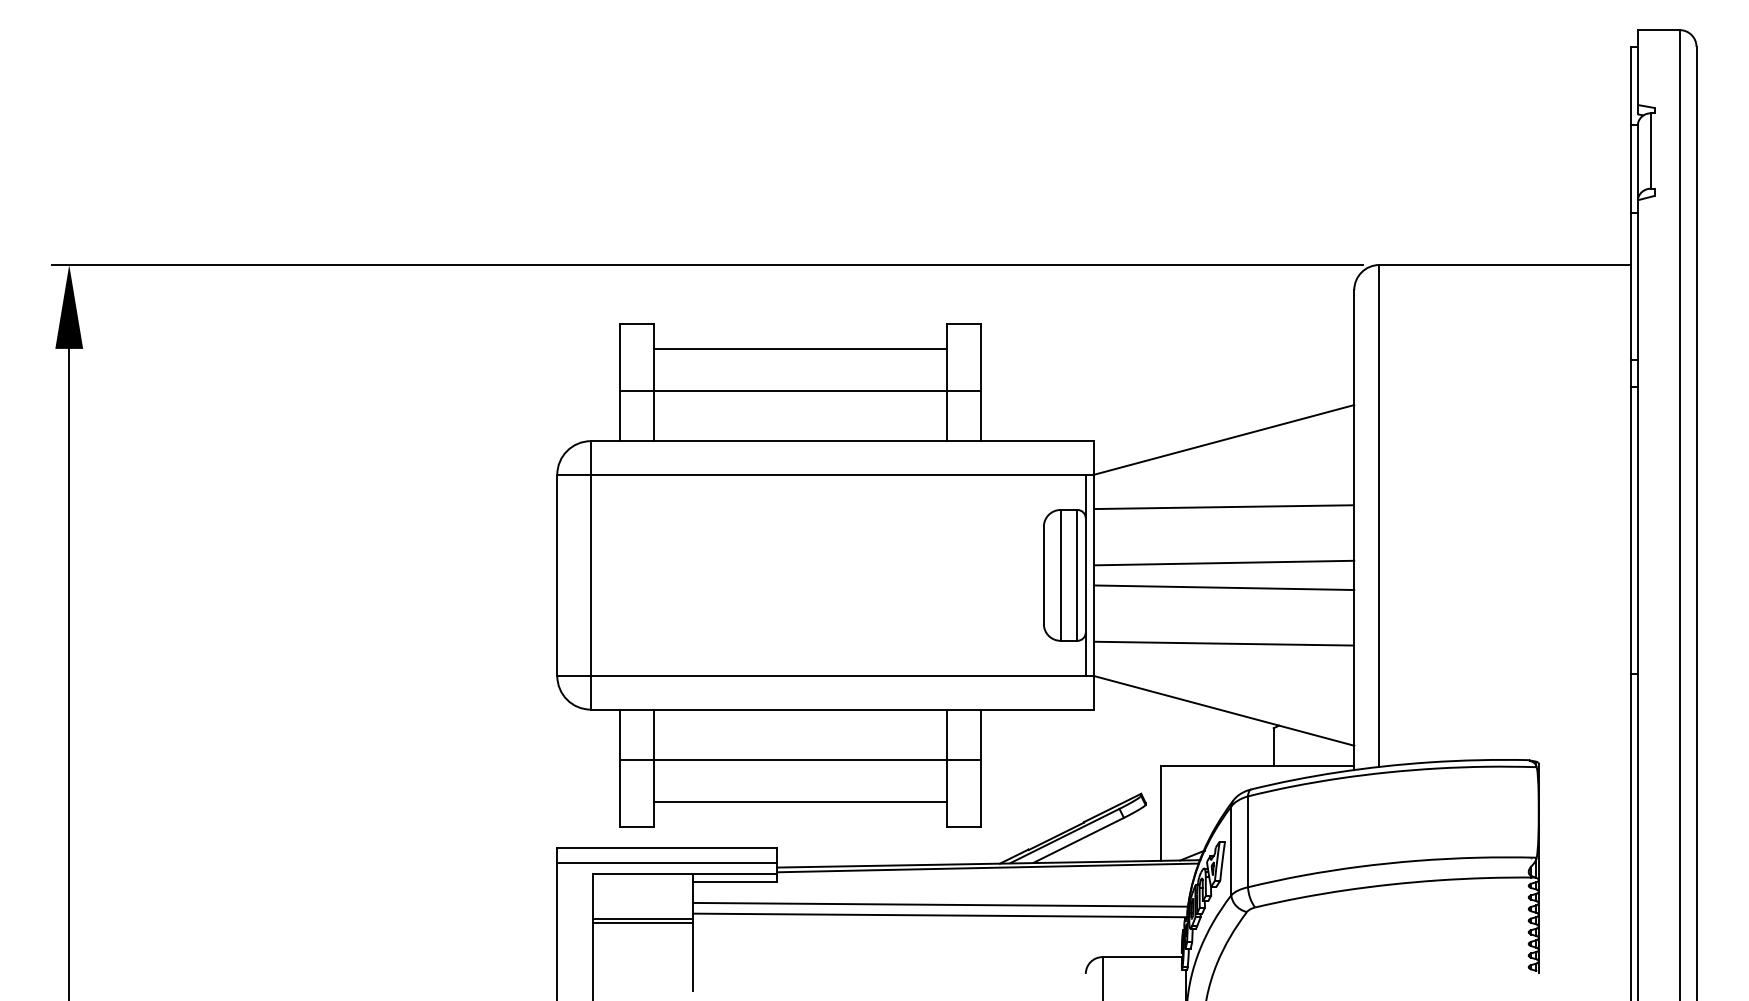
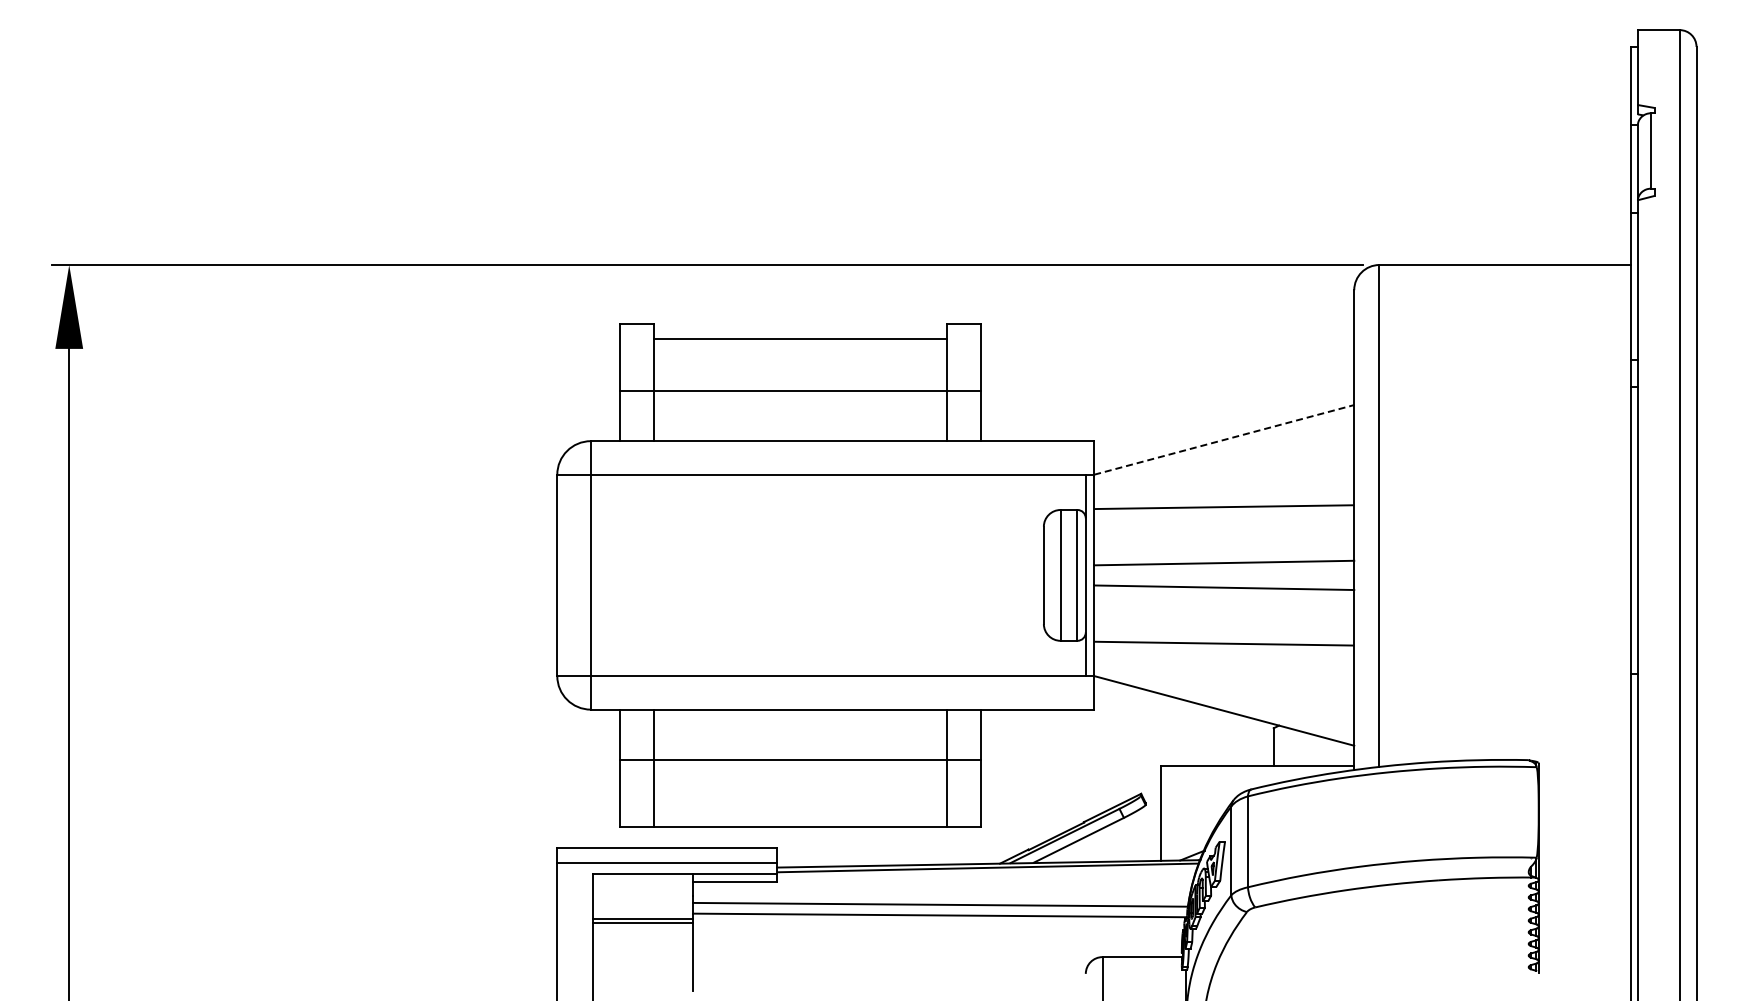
line at (800, 348) position: (800, 348) -> (800, 338)
line at (1224, 439): solid -> dashed
line at (800, 801) position: (800, 801) -> (800, 826)
